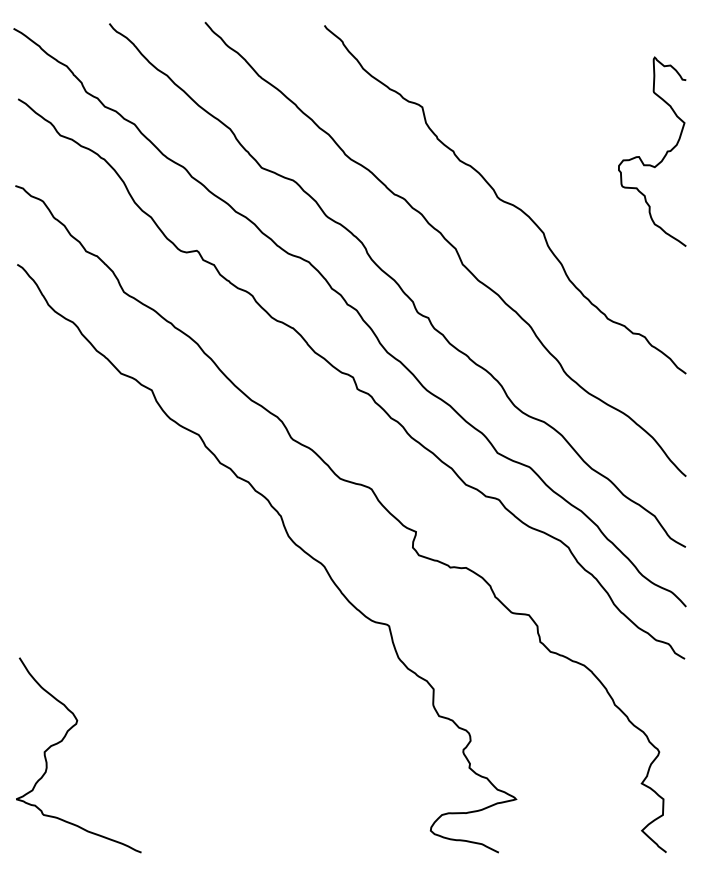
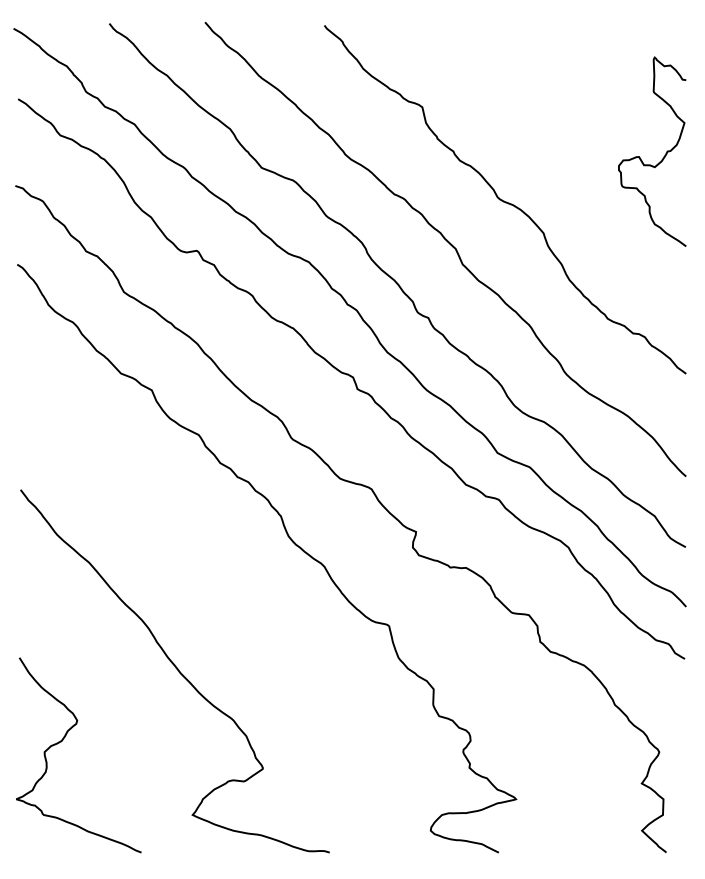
curve at (176, 669): none -> present
